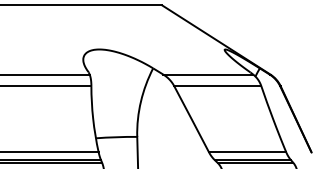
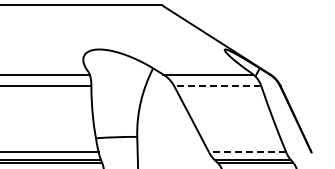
line at (217, 86): solid -> dashed
line at (247, 152): solid -> dashed
